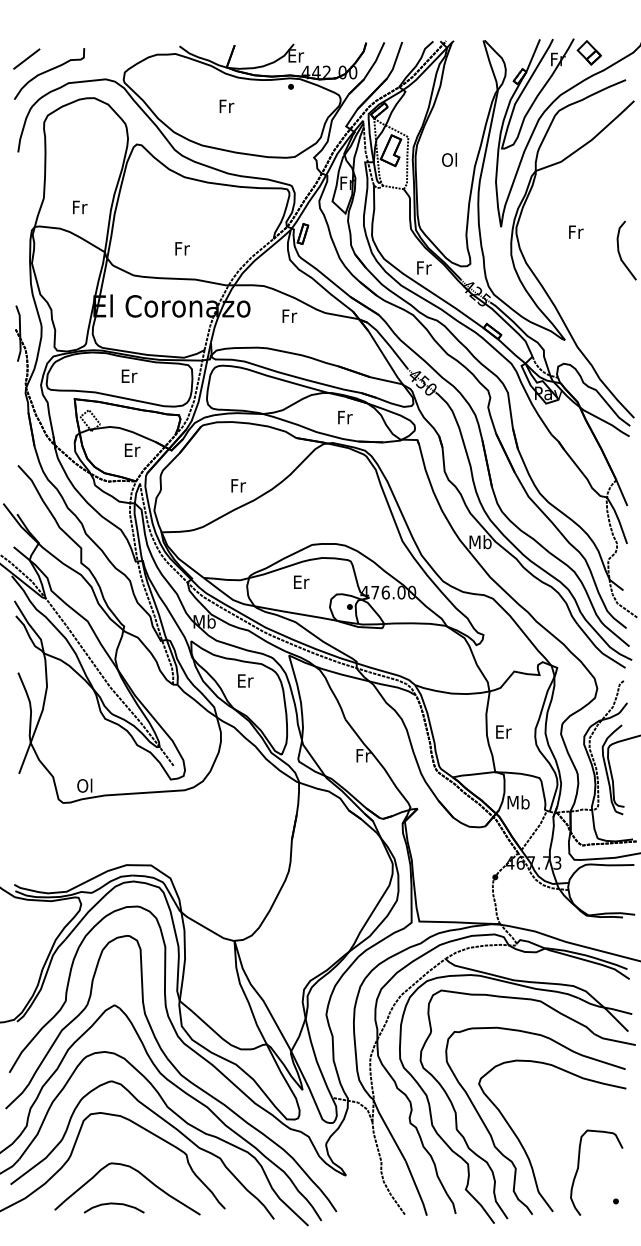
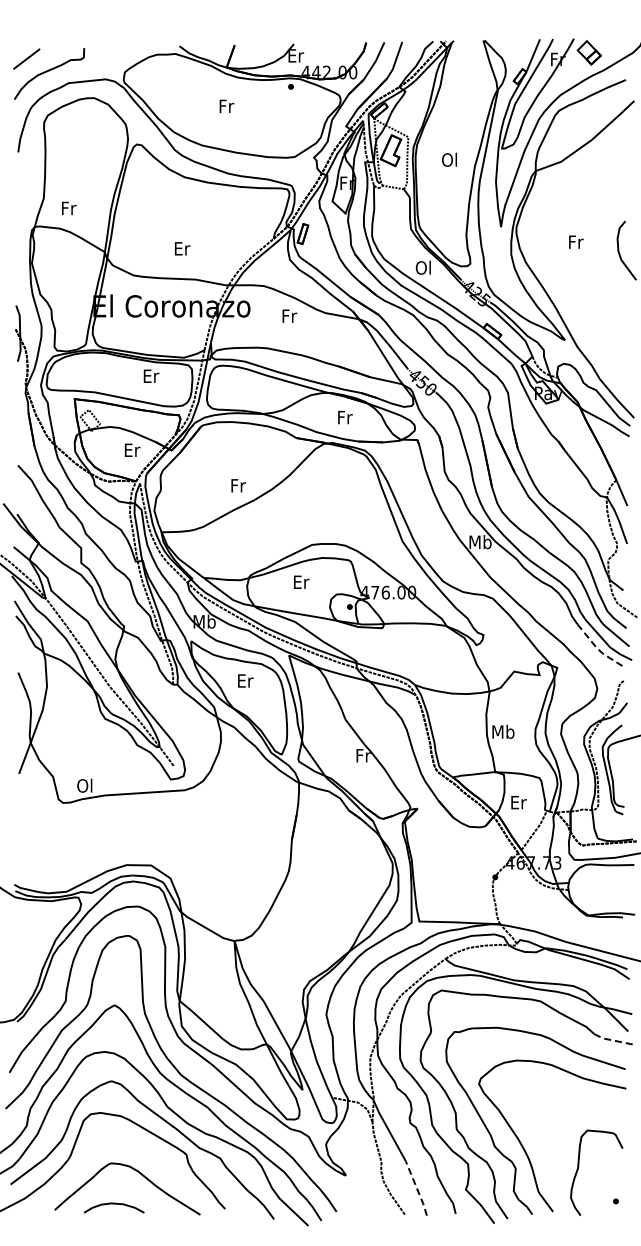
text at (80, 207) position: (80, 207) -> (69, 208)
text at (576, 231) position: (576, 231) -> (576, 241)
text at (182, 248): Fr -> Er
text at (423, 267): Fr -> Ol
text at (129, 375) position: (129, 375) -> (151, 375)
line at (598, 649): solid -> dashed
text at (503, 731): Er -> Mb
text at (518, 802): Mb -> Er
line at (614, 1040): solid -> dashed
line at (416, 1188): solid -> dashed
